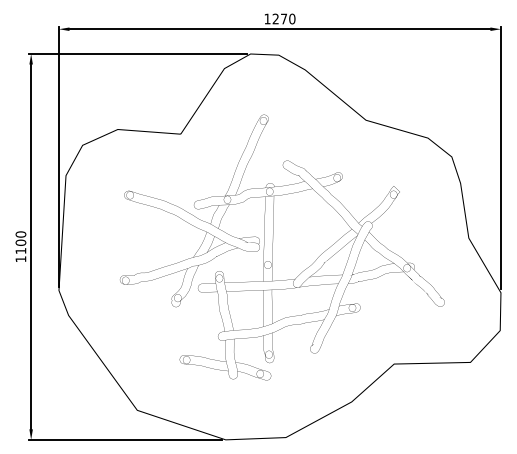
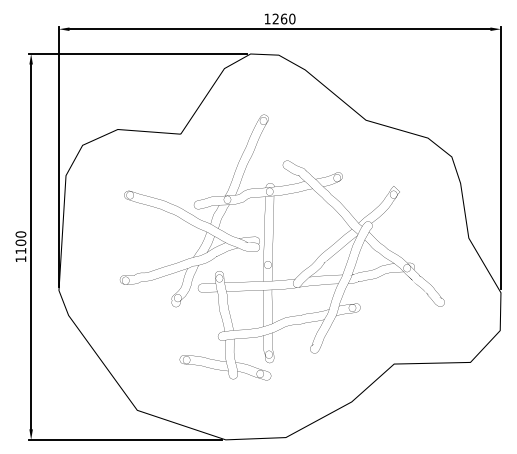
text at (283, 18): 1270 -> 1260
